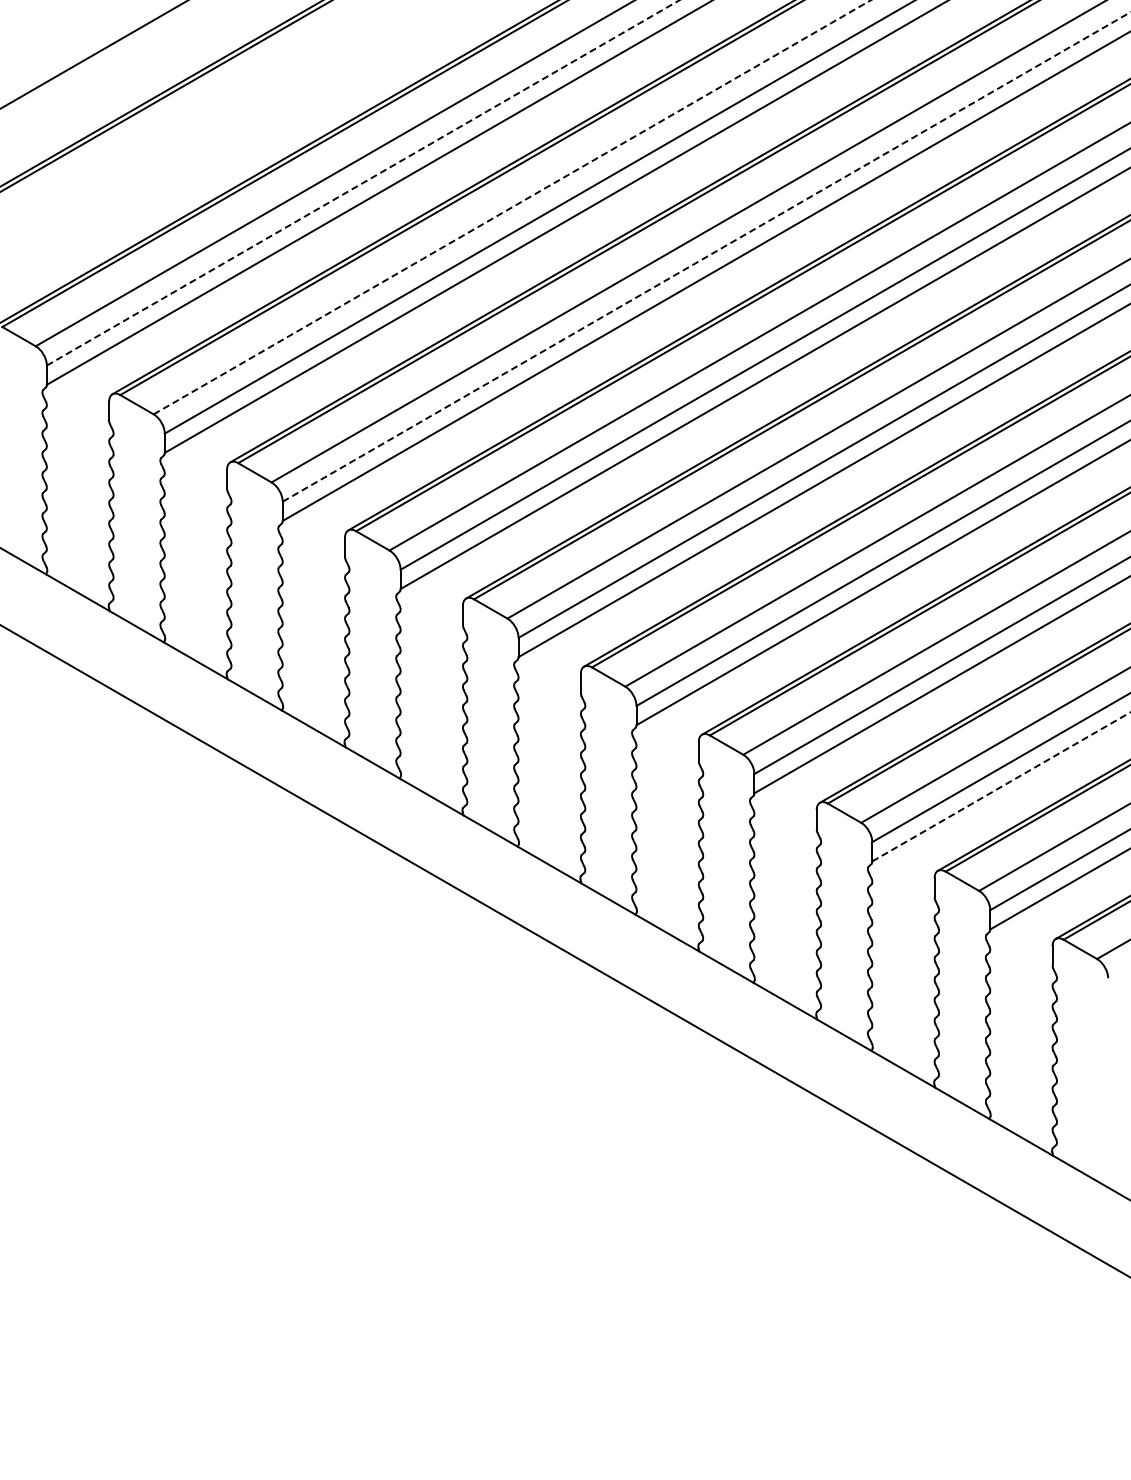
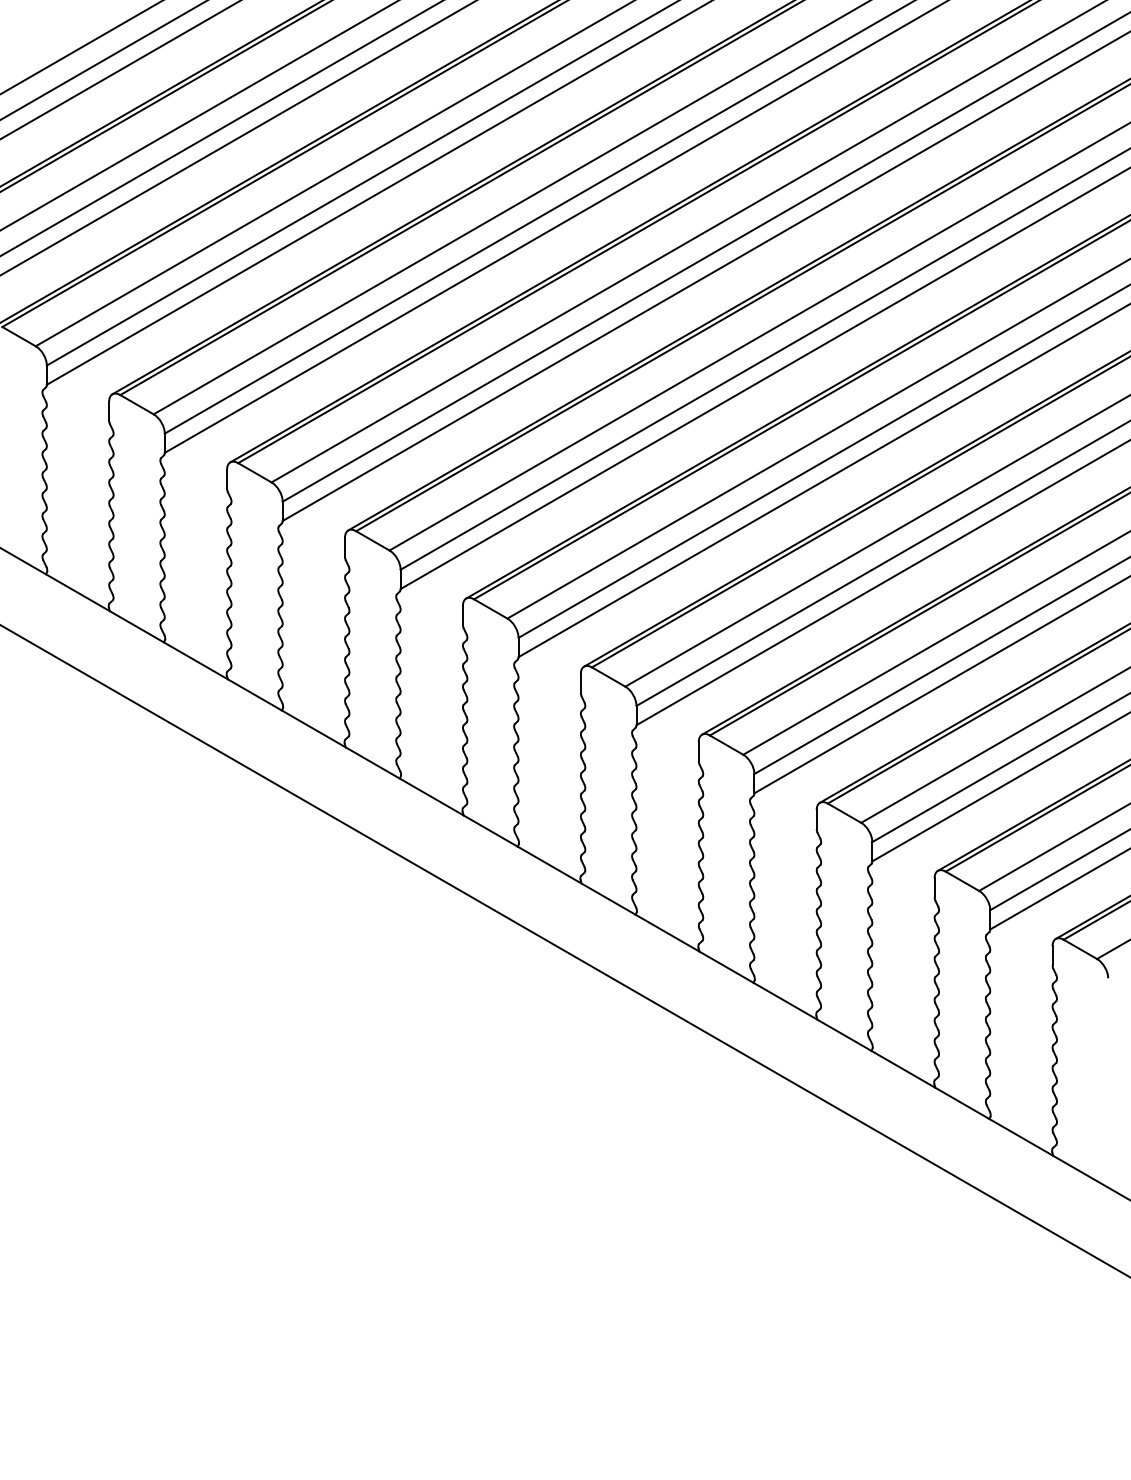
line at (93, 54) position: (93, 54) -> (81, 47)
line at (103, 60): none -> present
line at (120, 70): none -> present
line at (198, 115): none -> present
line at (220, 128): none -> present
line at (237, 138): none -> present
line at (363, 182): dashed -> solid
line at (512, 207): dashed -> solid
line at (706, 257): dashed -> solid
line at (1002, 786): dashed -> solid
